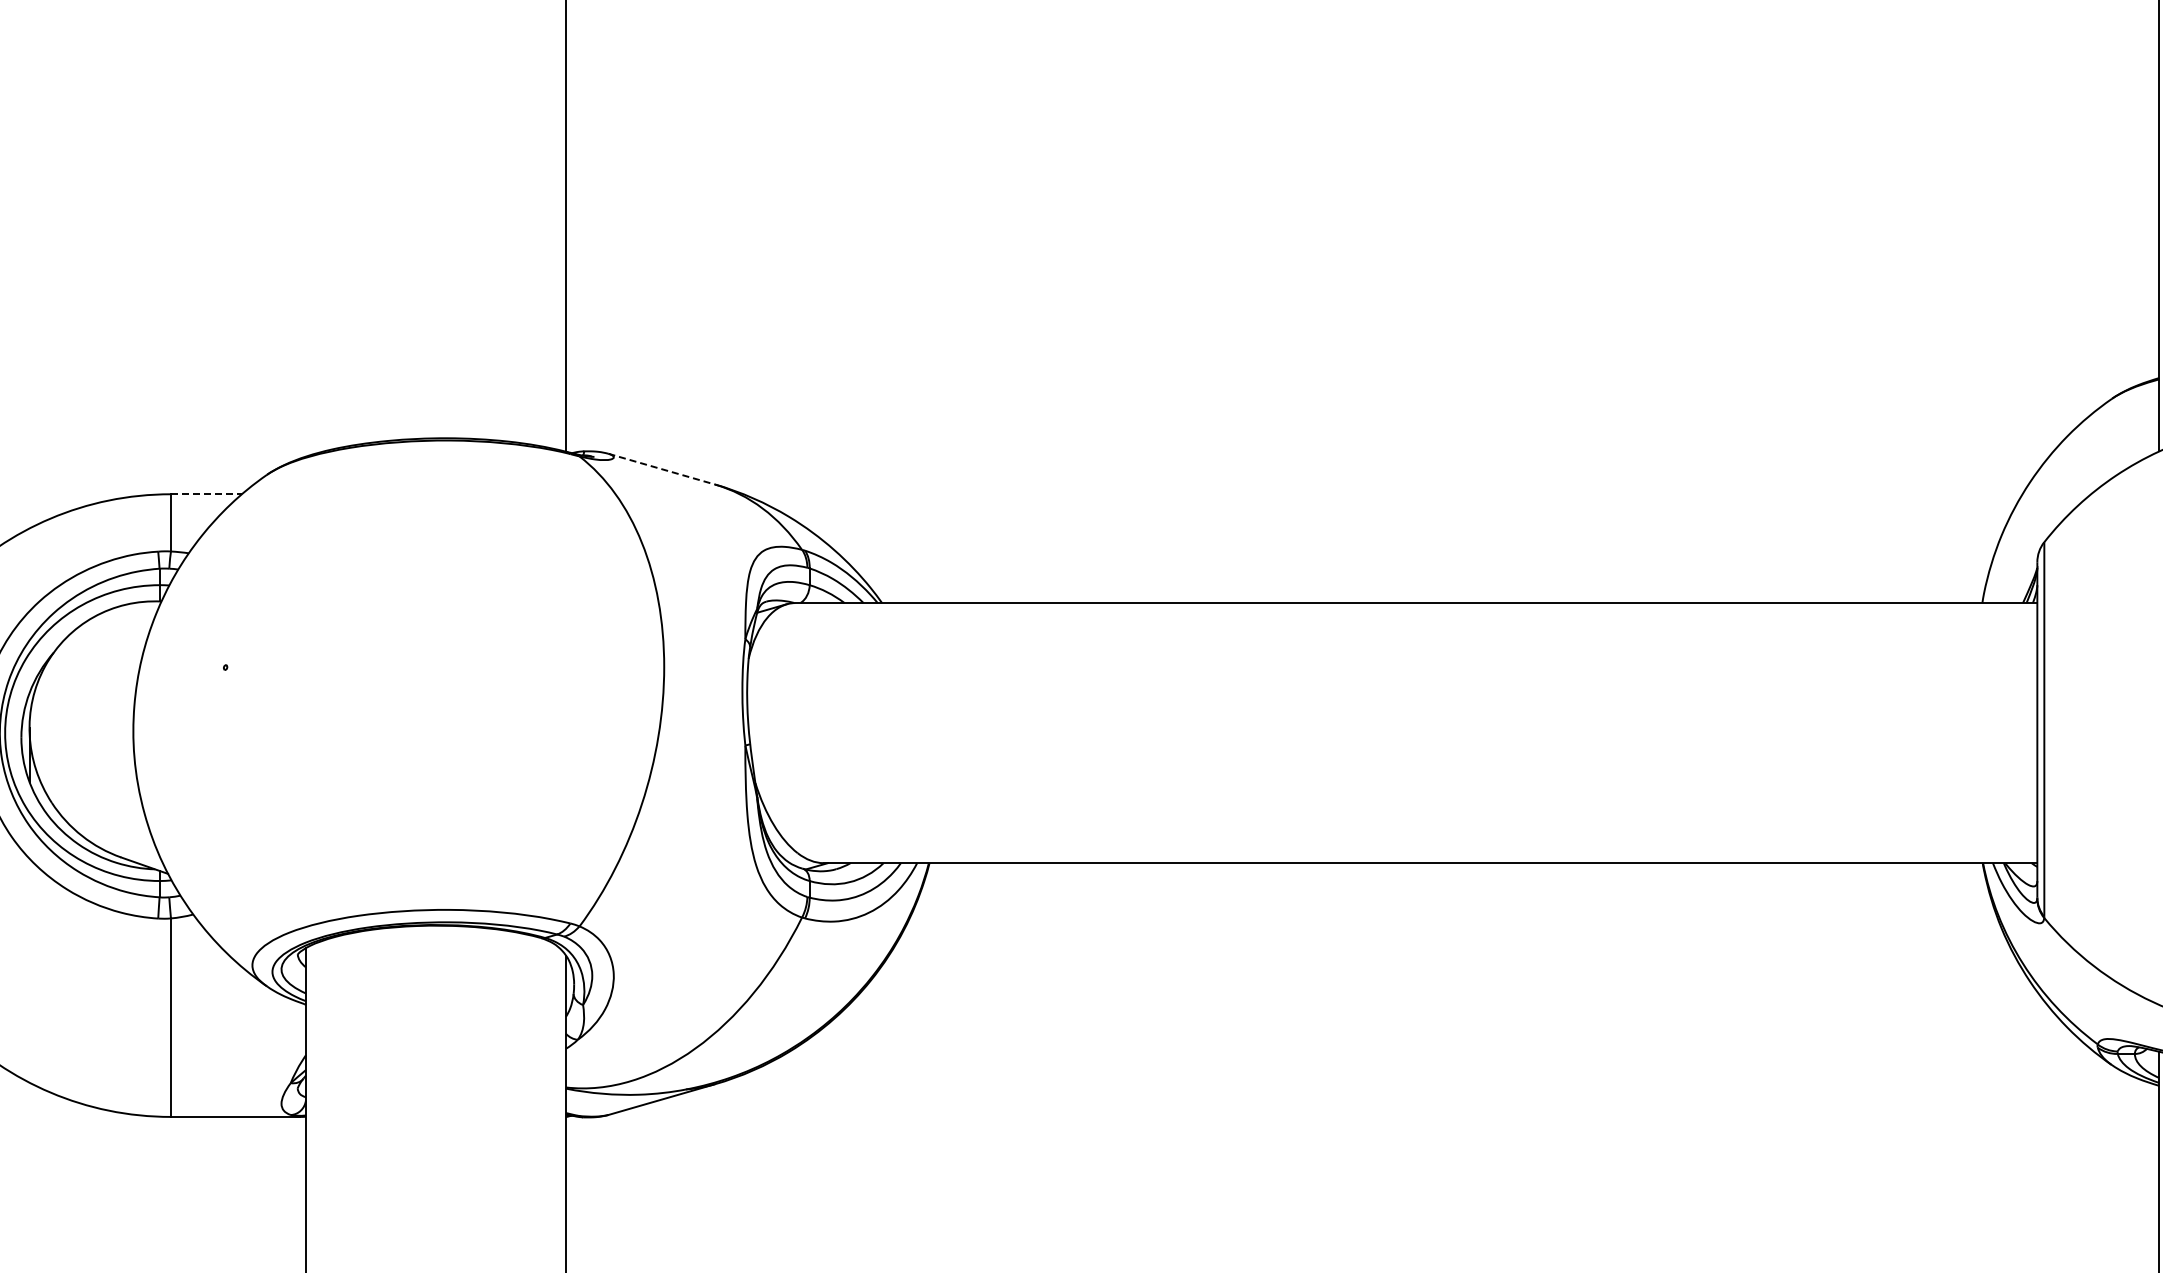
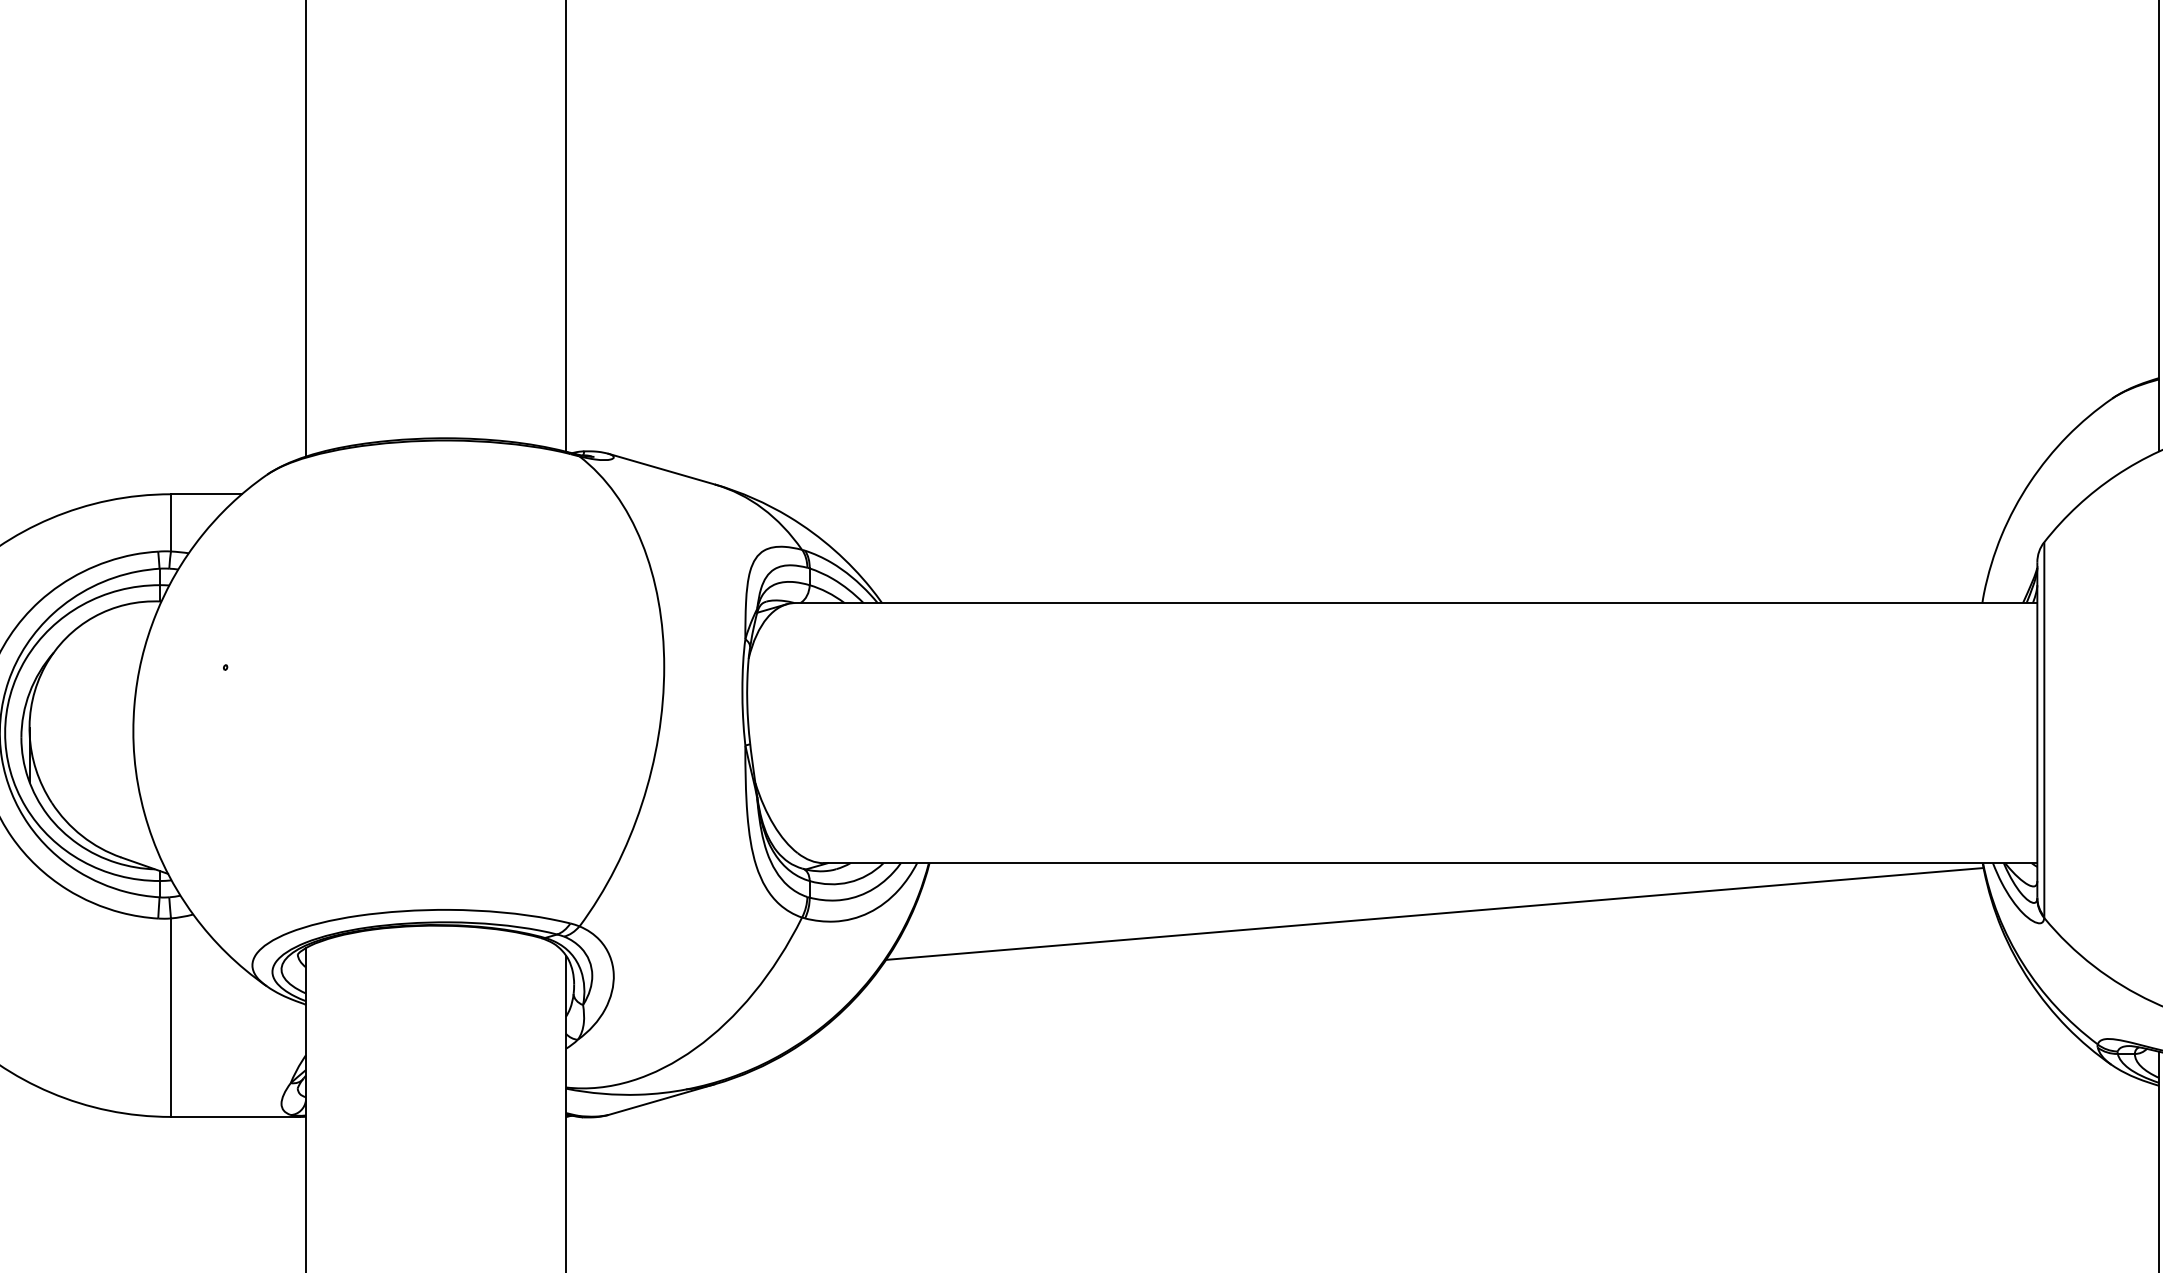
line at (305, 229): none -> present
line at (662, 469): dashed -> solid
line at (206, 494): dashed -> solid
line at (1434, 913): none -> present
